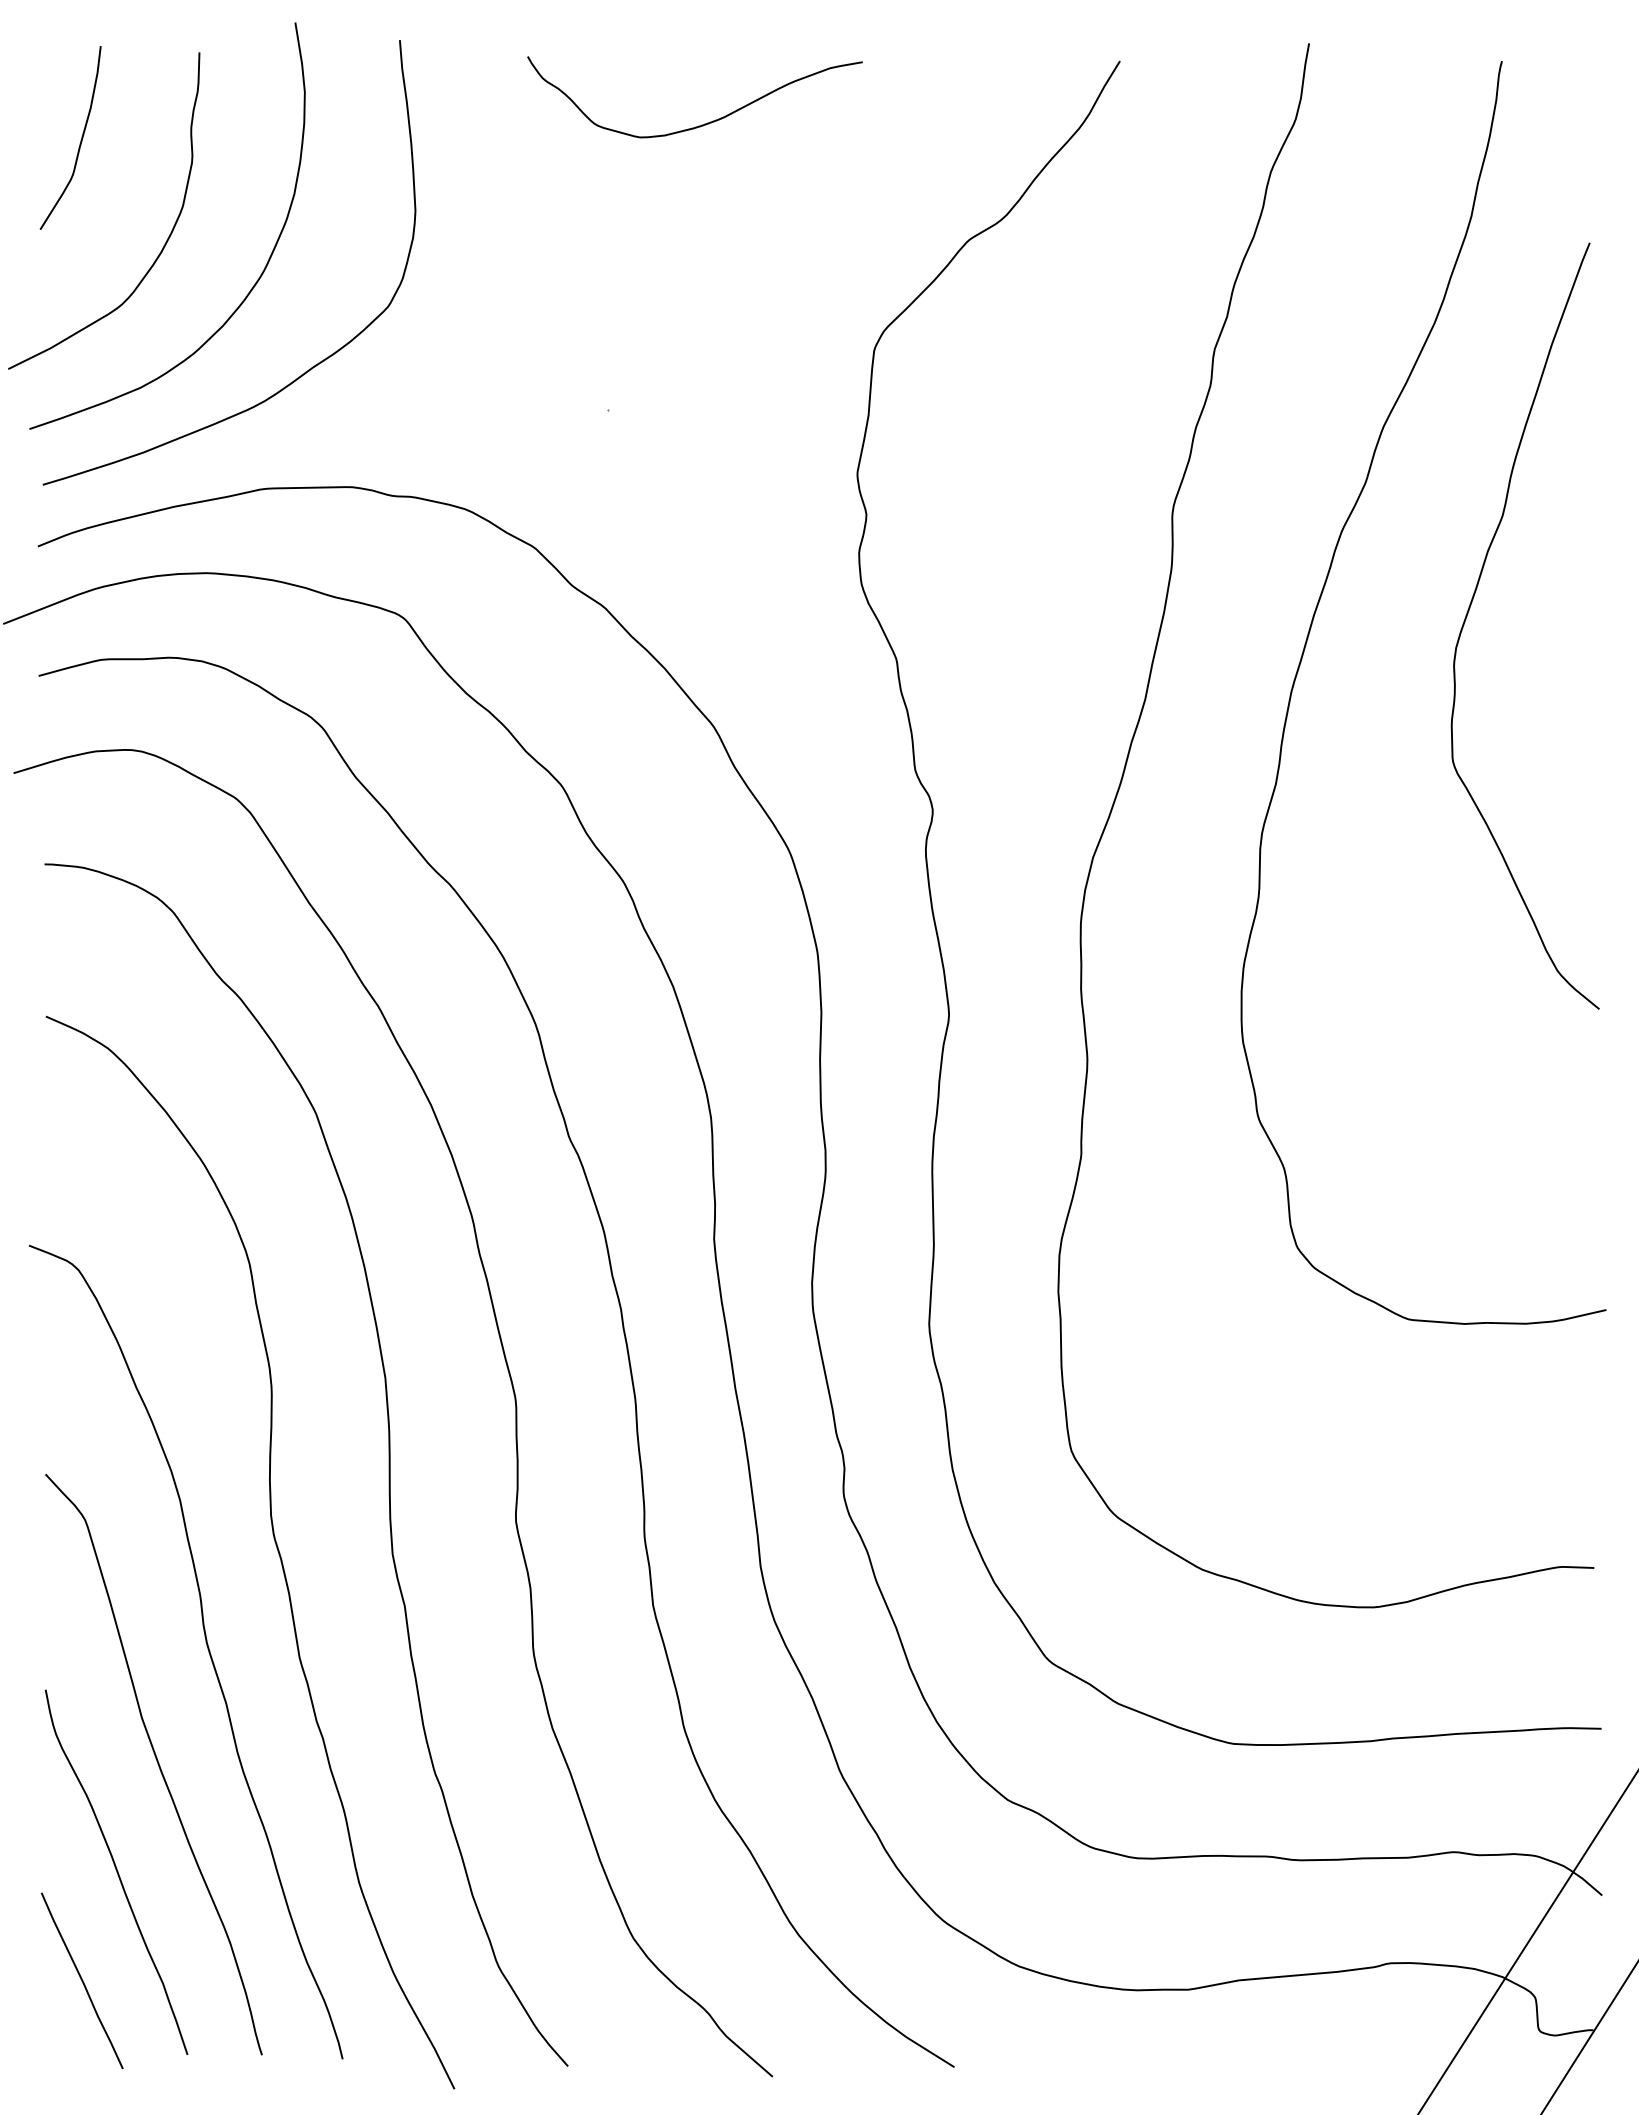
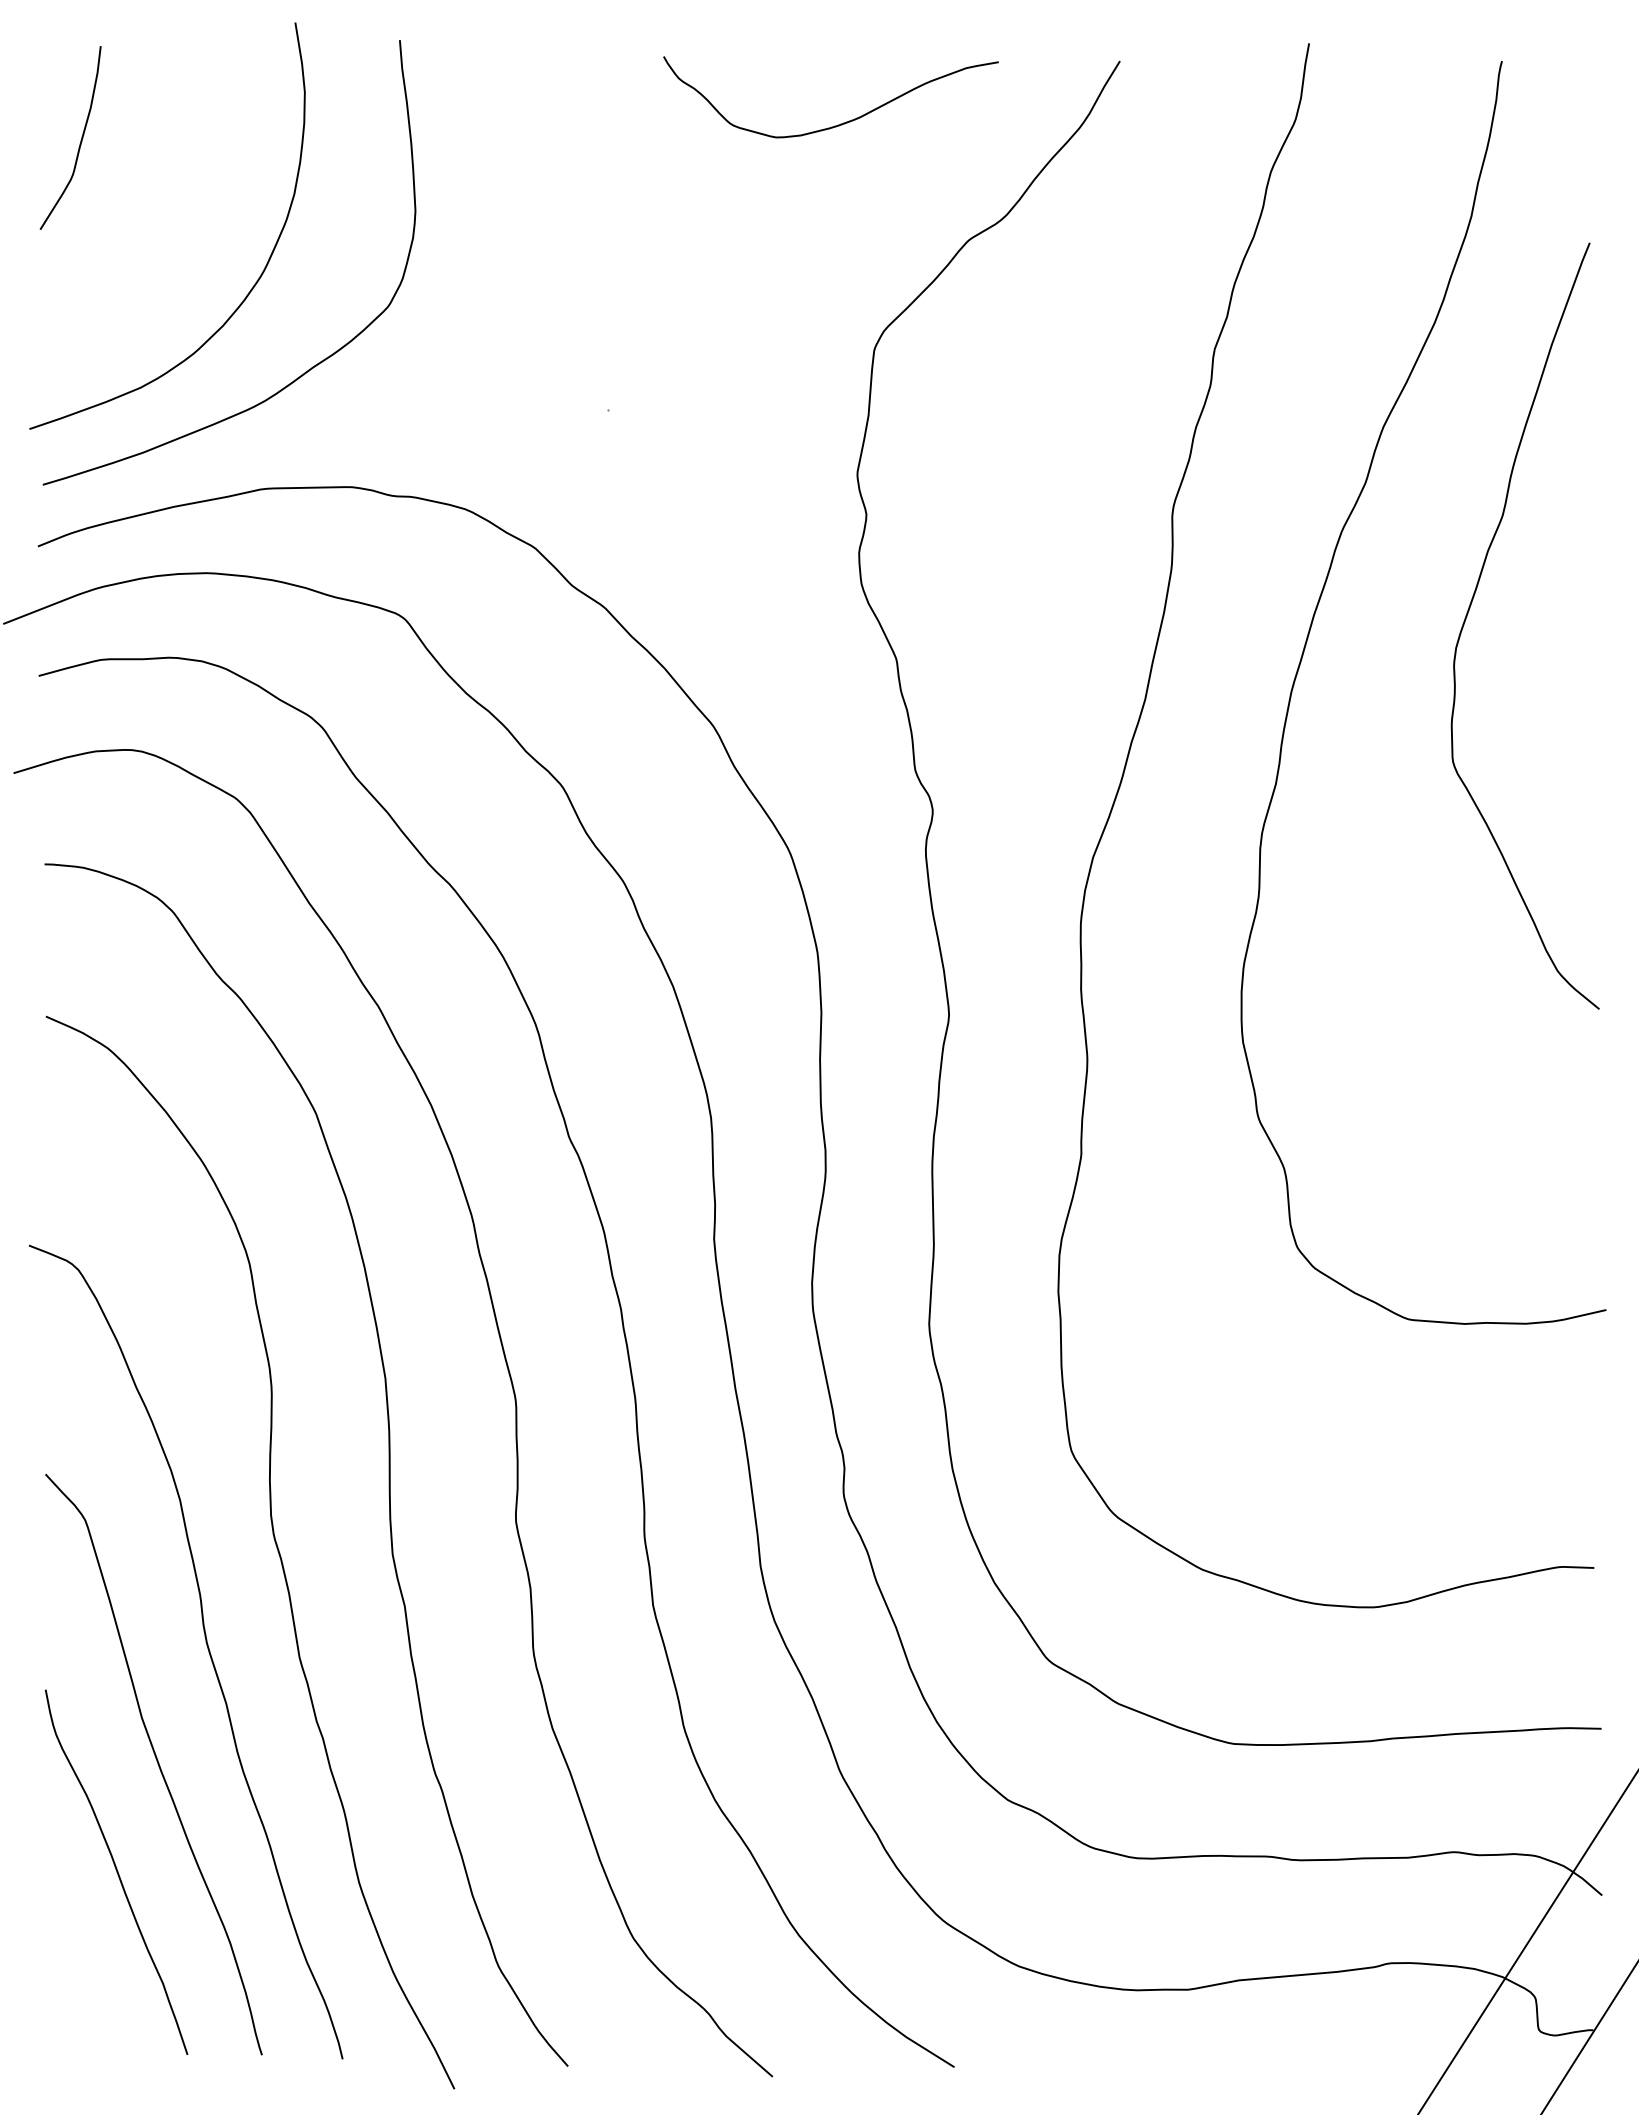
curve at (704, 123) position: (704, 123) -> (840, 123)
curve at (164, 243): present -> none
line at (82, 1980): present -> none
